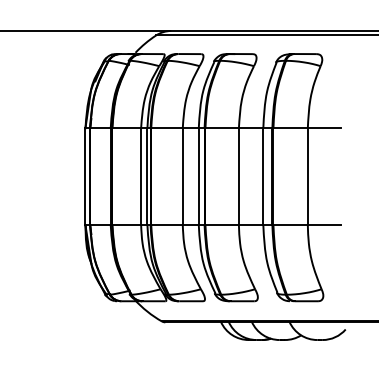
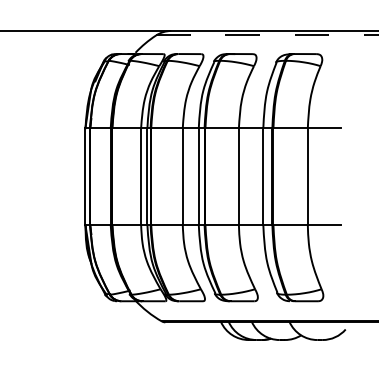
line at (267, 35): solid -> dashed
